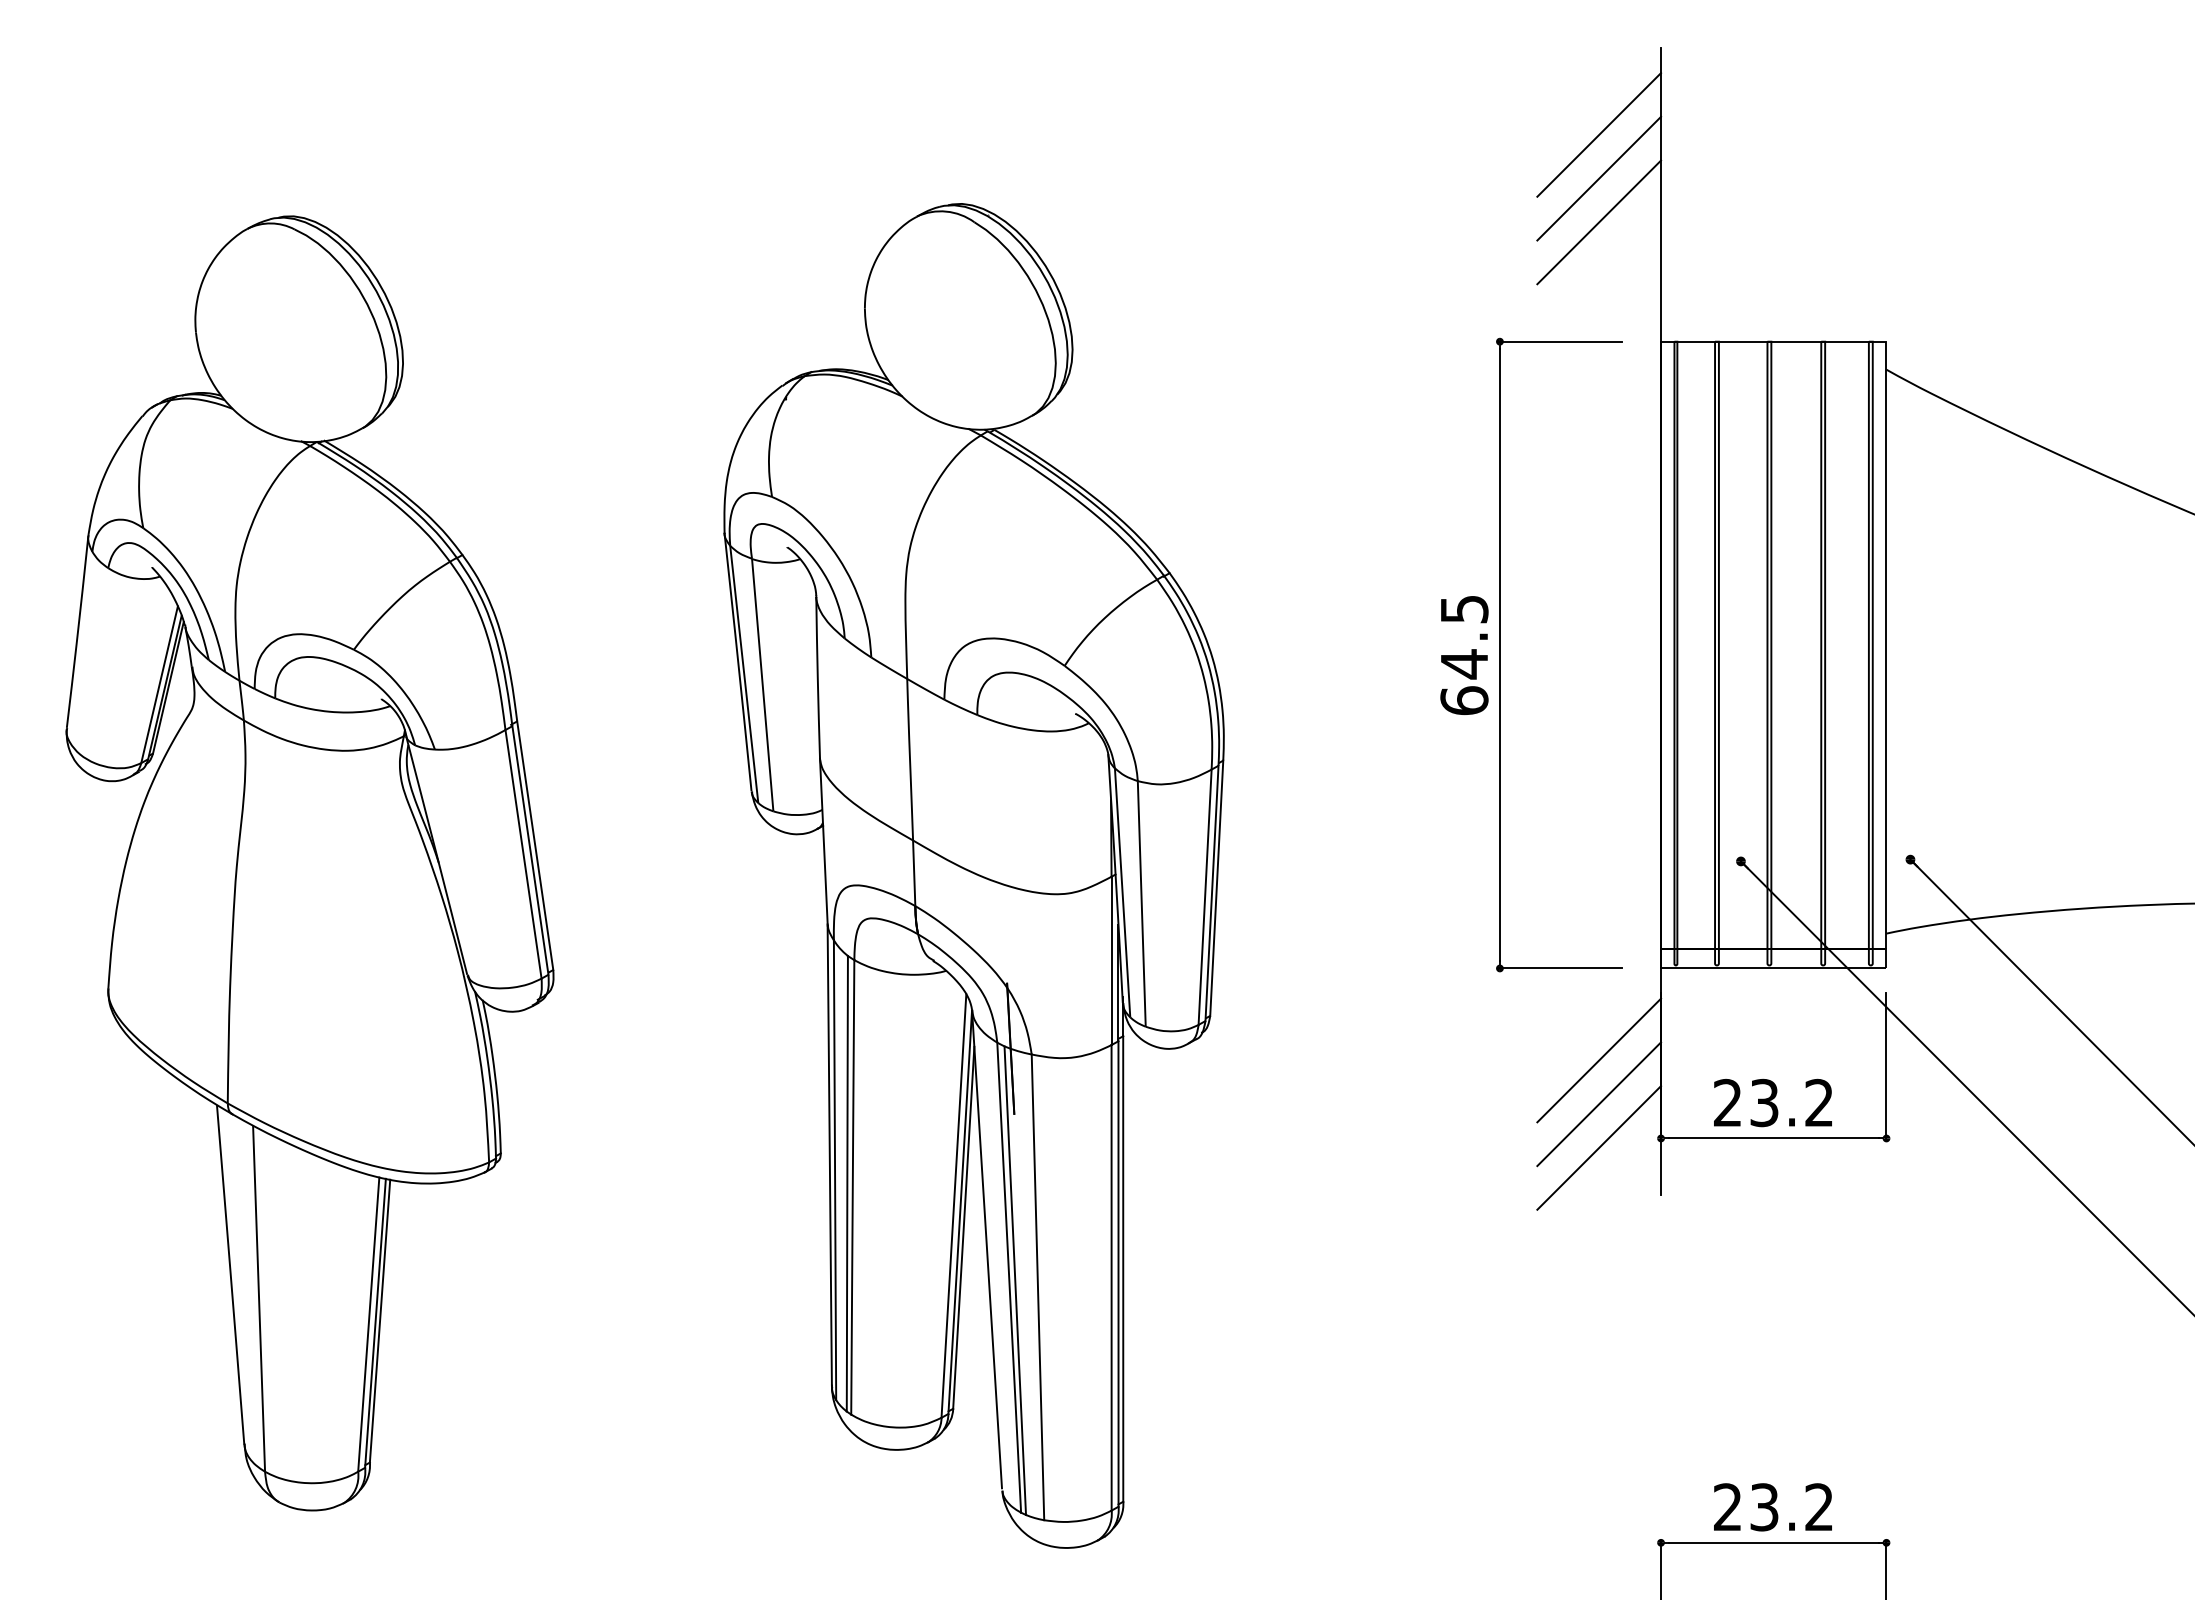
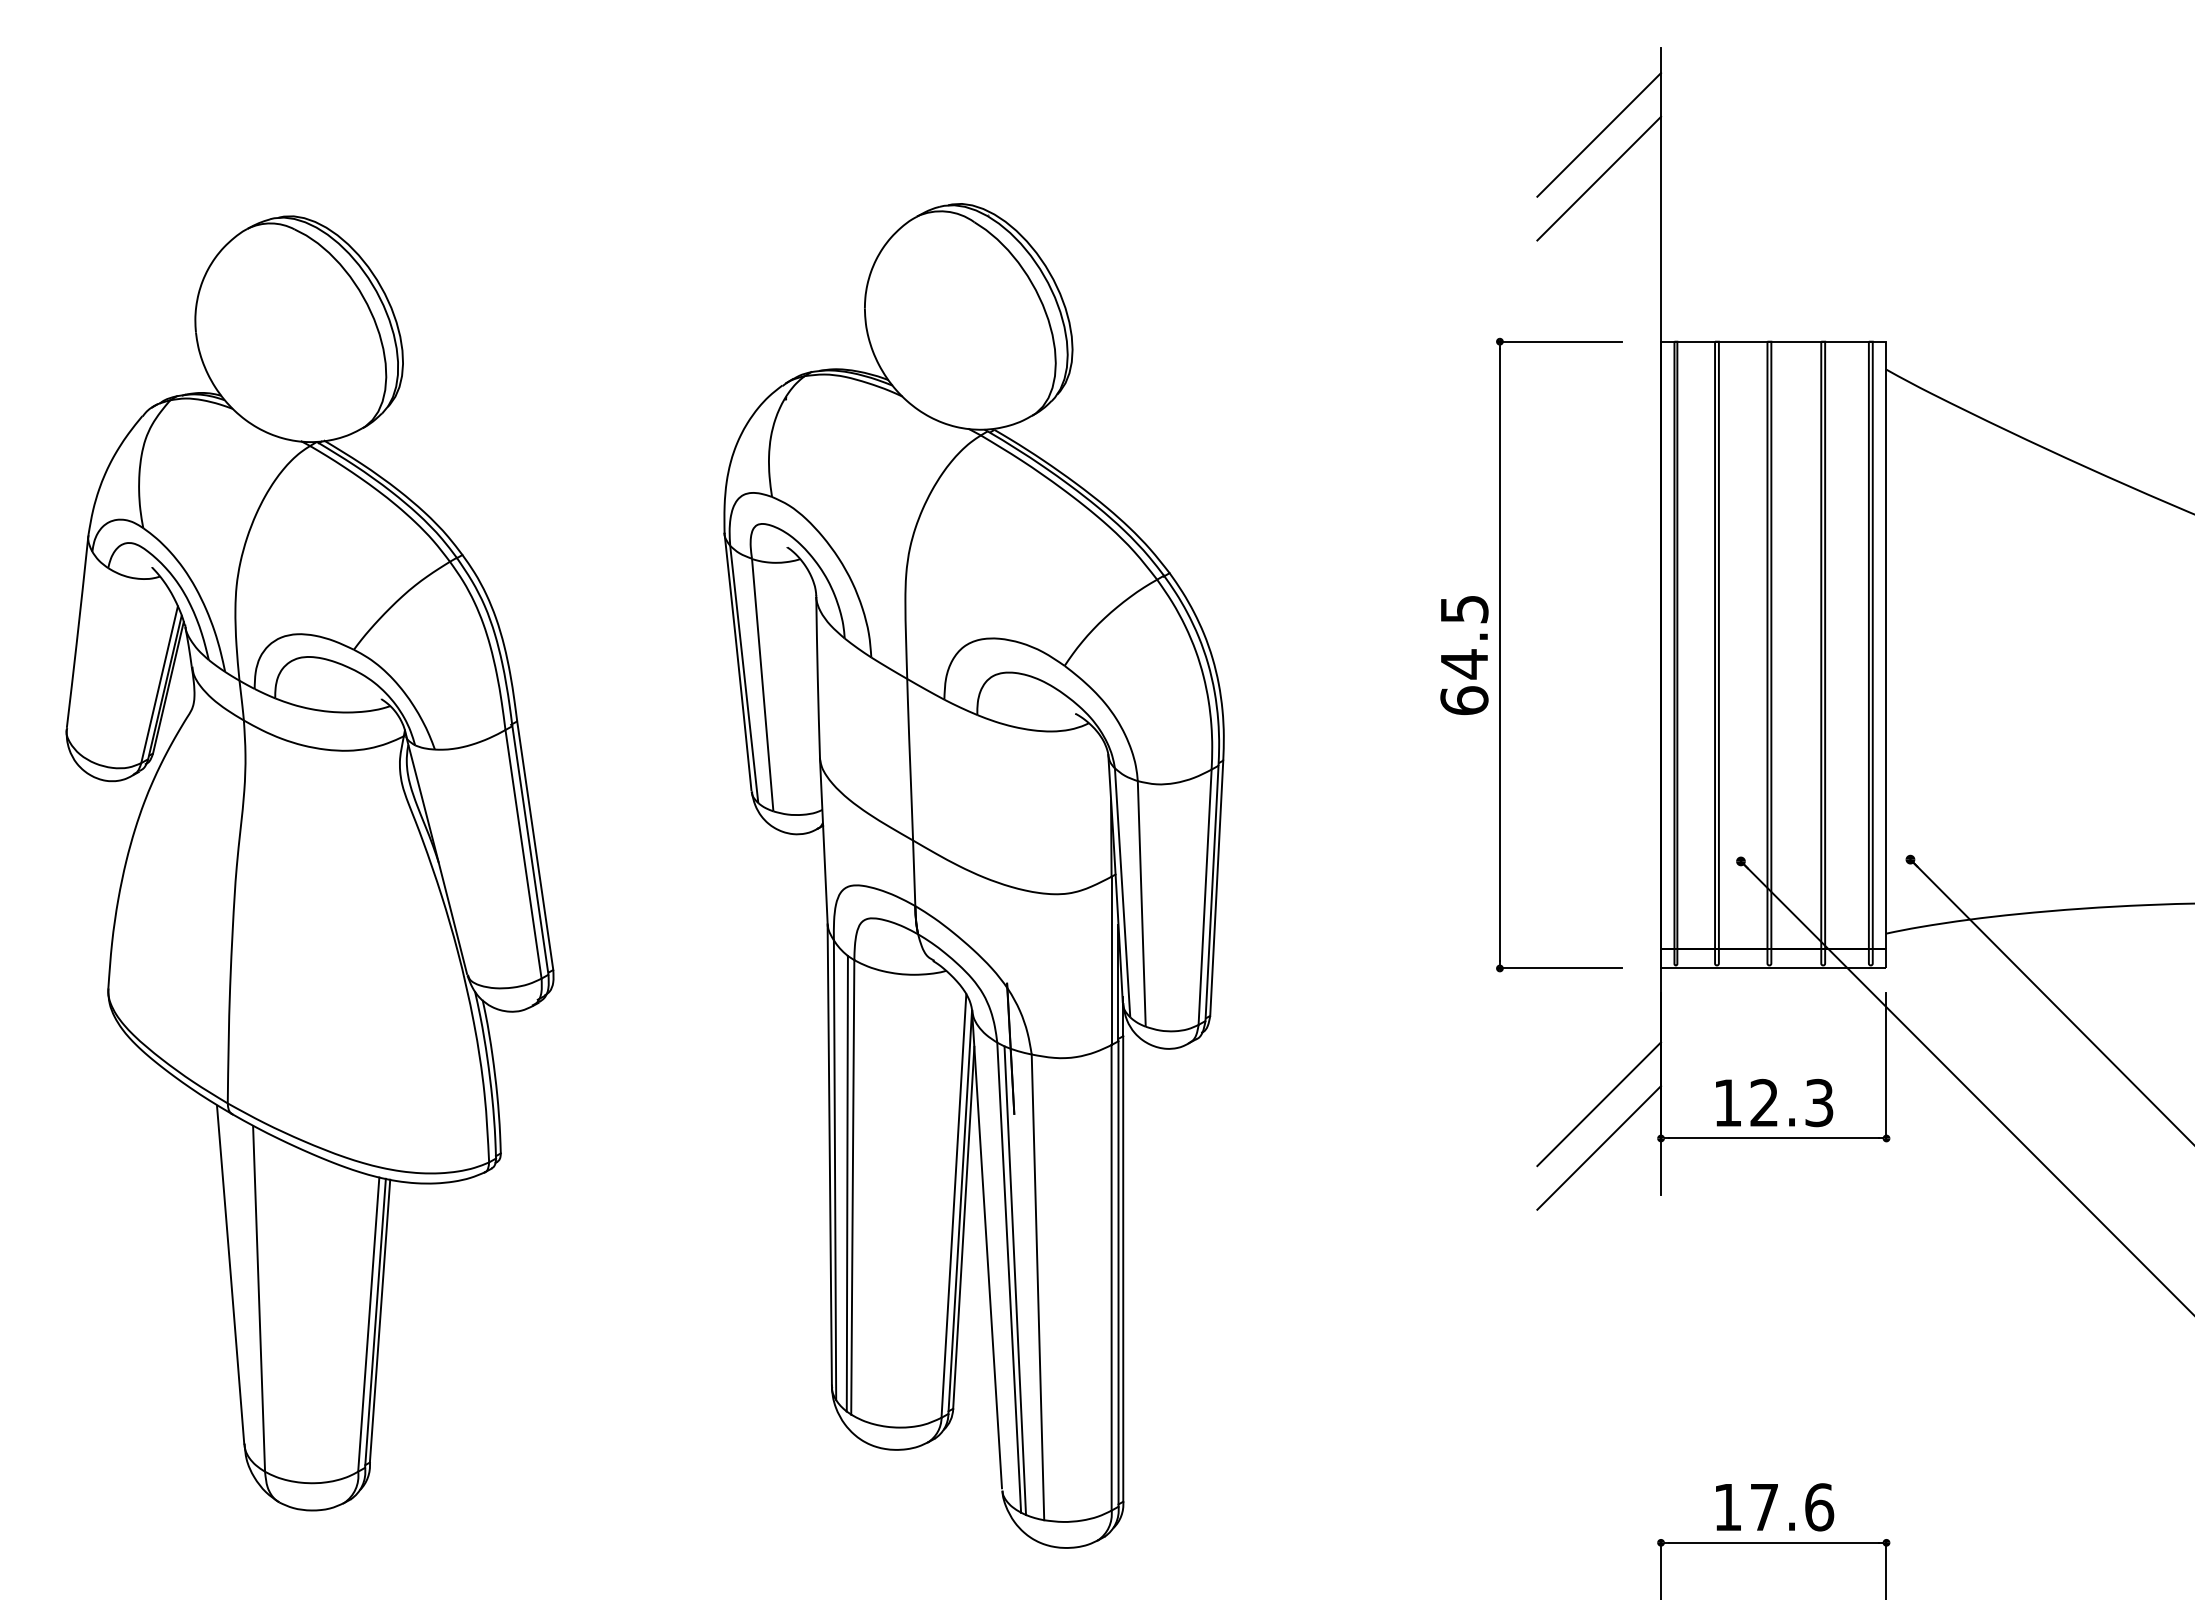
line at (1599, 222): present -> none
line at (1599, 1060): present -> none
text at (1773, 1102): 23.2 -> 12.3
text at (1774, 1507): 23.2 -> 17.6
